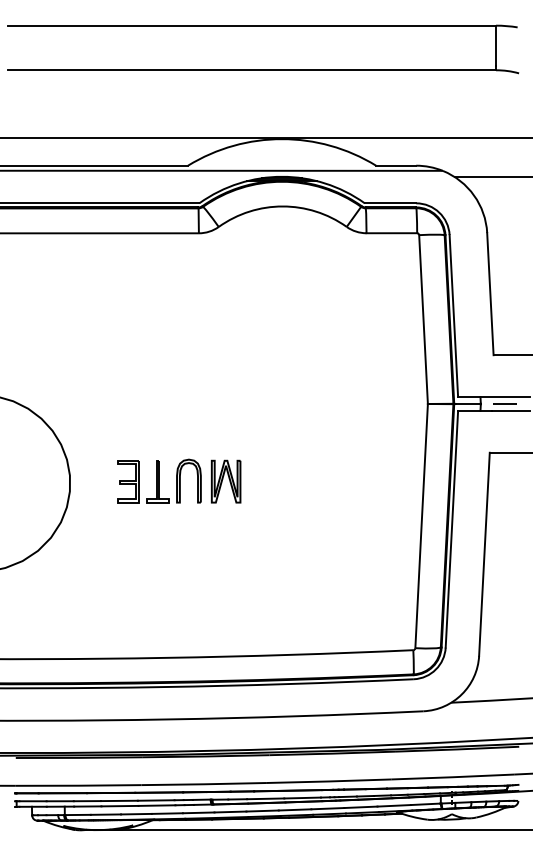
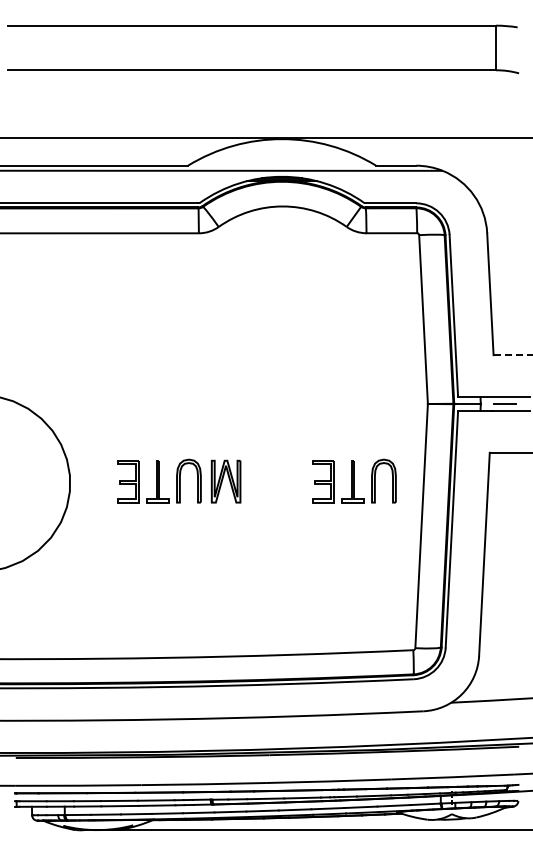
line at (492, 177): present -> none
line at (513, 355): solid -> dashed
part at (354, 480): none -> present
